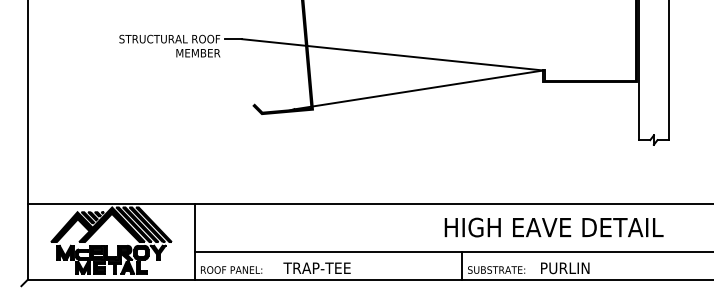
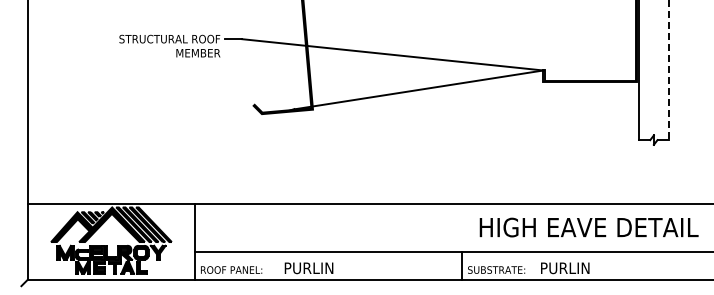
line at (668, 70): solid -> dashed
text at (553, 227) position: (553, 227) -> (588, 227)
text at (316, 268): TRAP-TEE -> PURLIN
